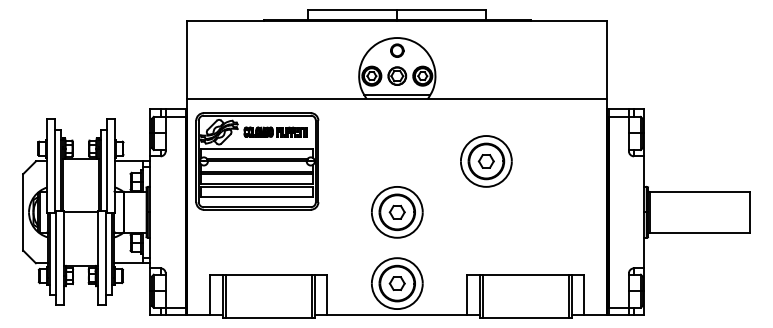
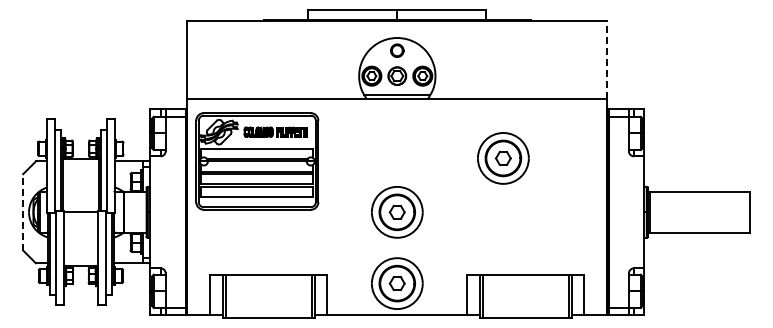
line at (607, 60): solid -> dashed
part at (486, 161) position: (486, 161) -> (503, 158)
line at (23, 211): solid -> dashed
